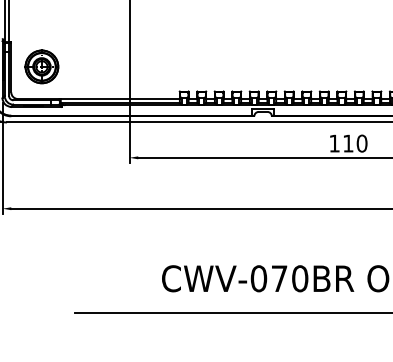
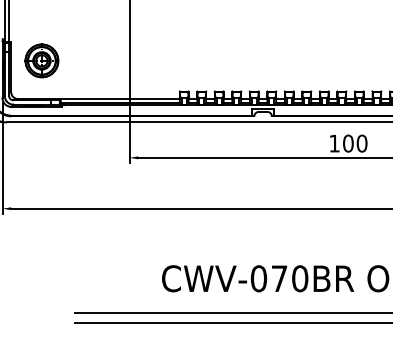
part at (41, 66) position: (41, 66) -> (41, 60)
text at (348, 143): 110 -> 100
line at (231, 322): none -> present
